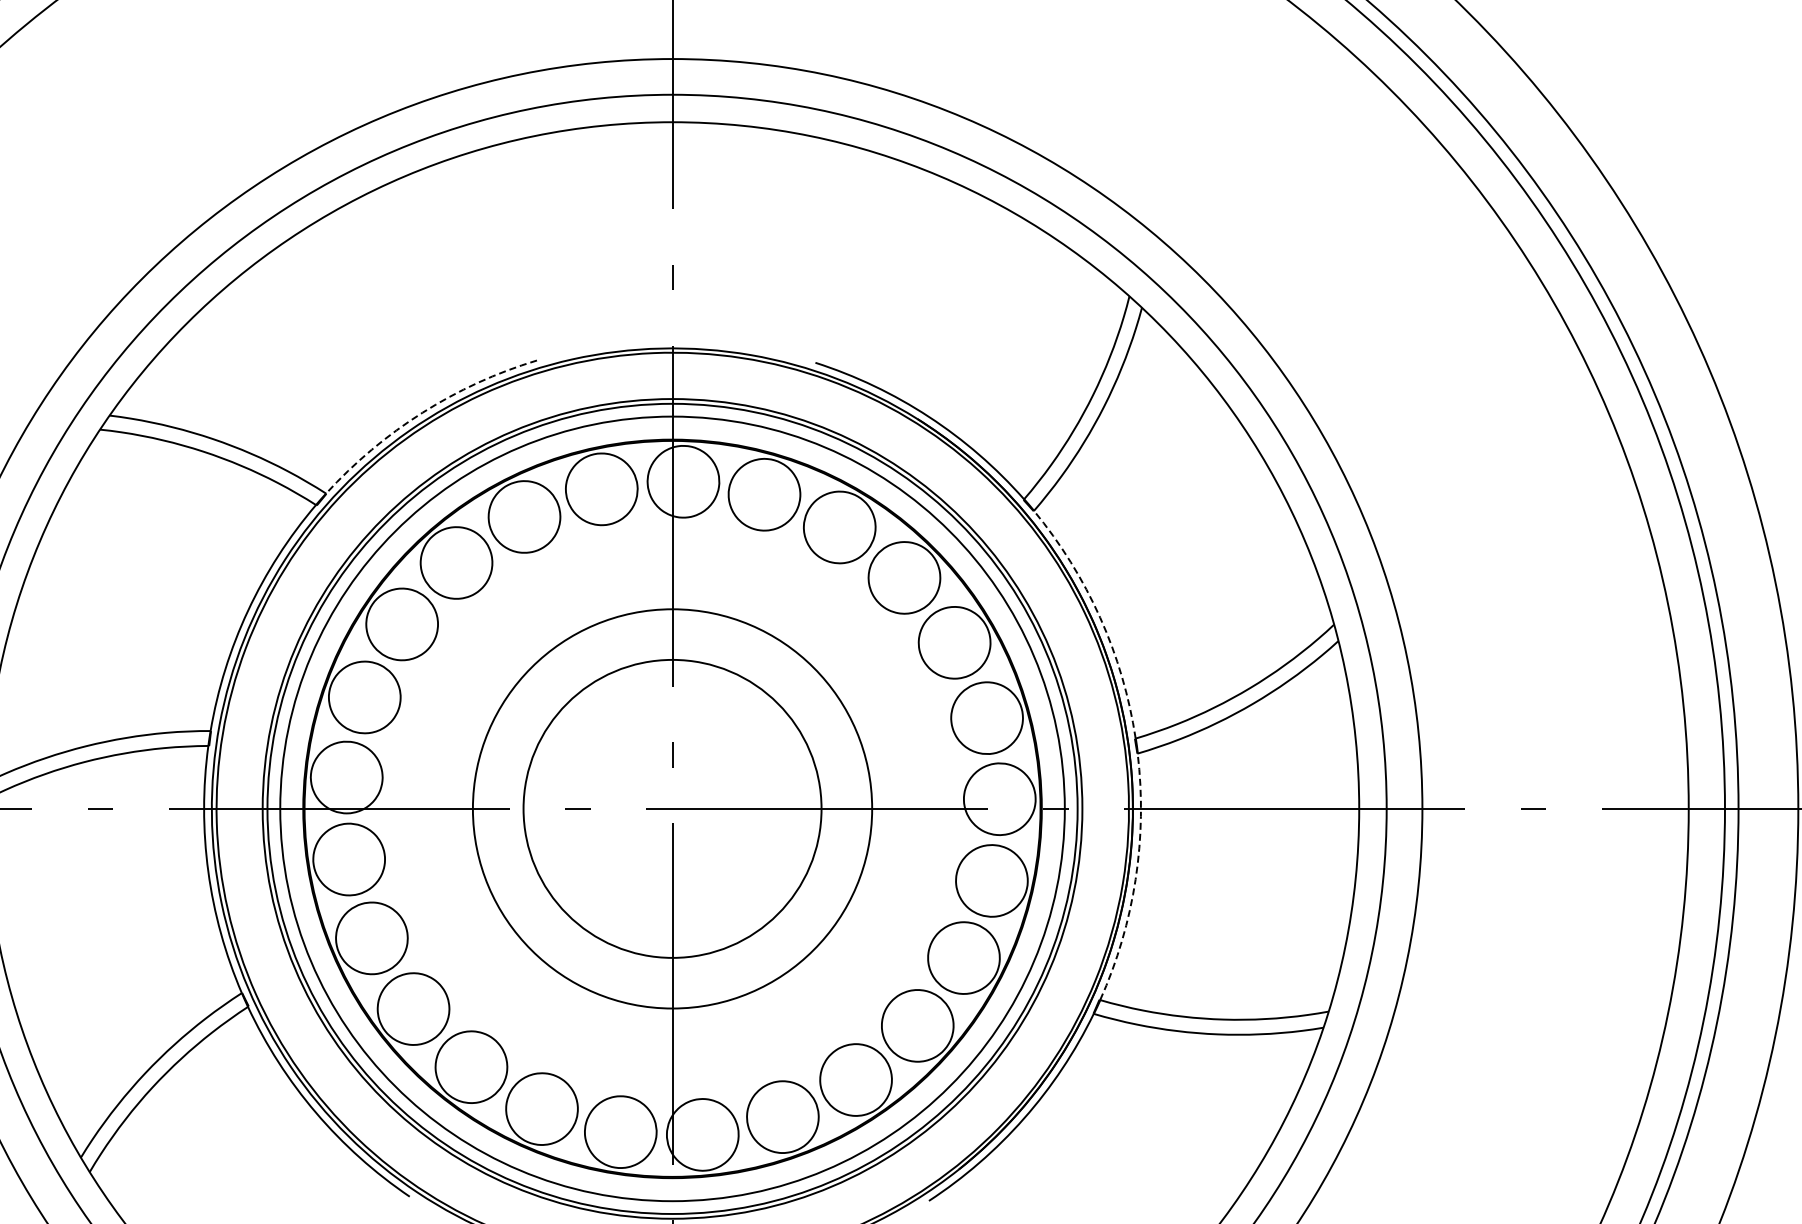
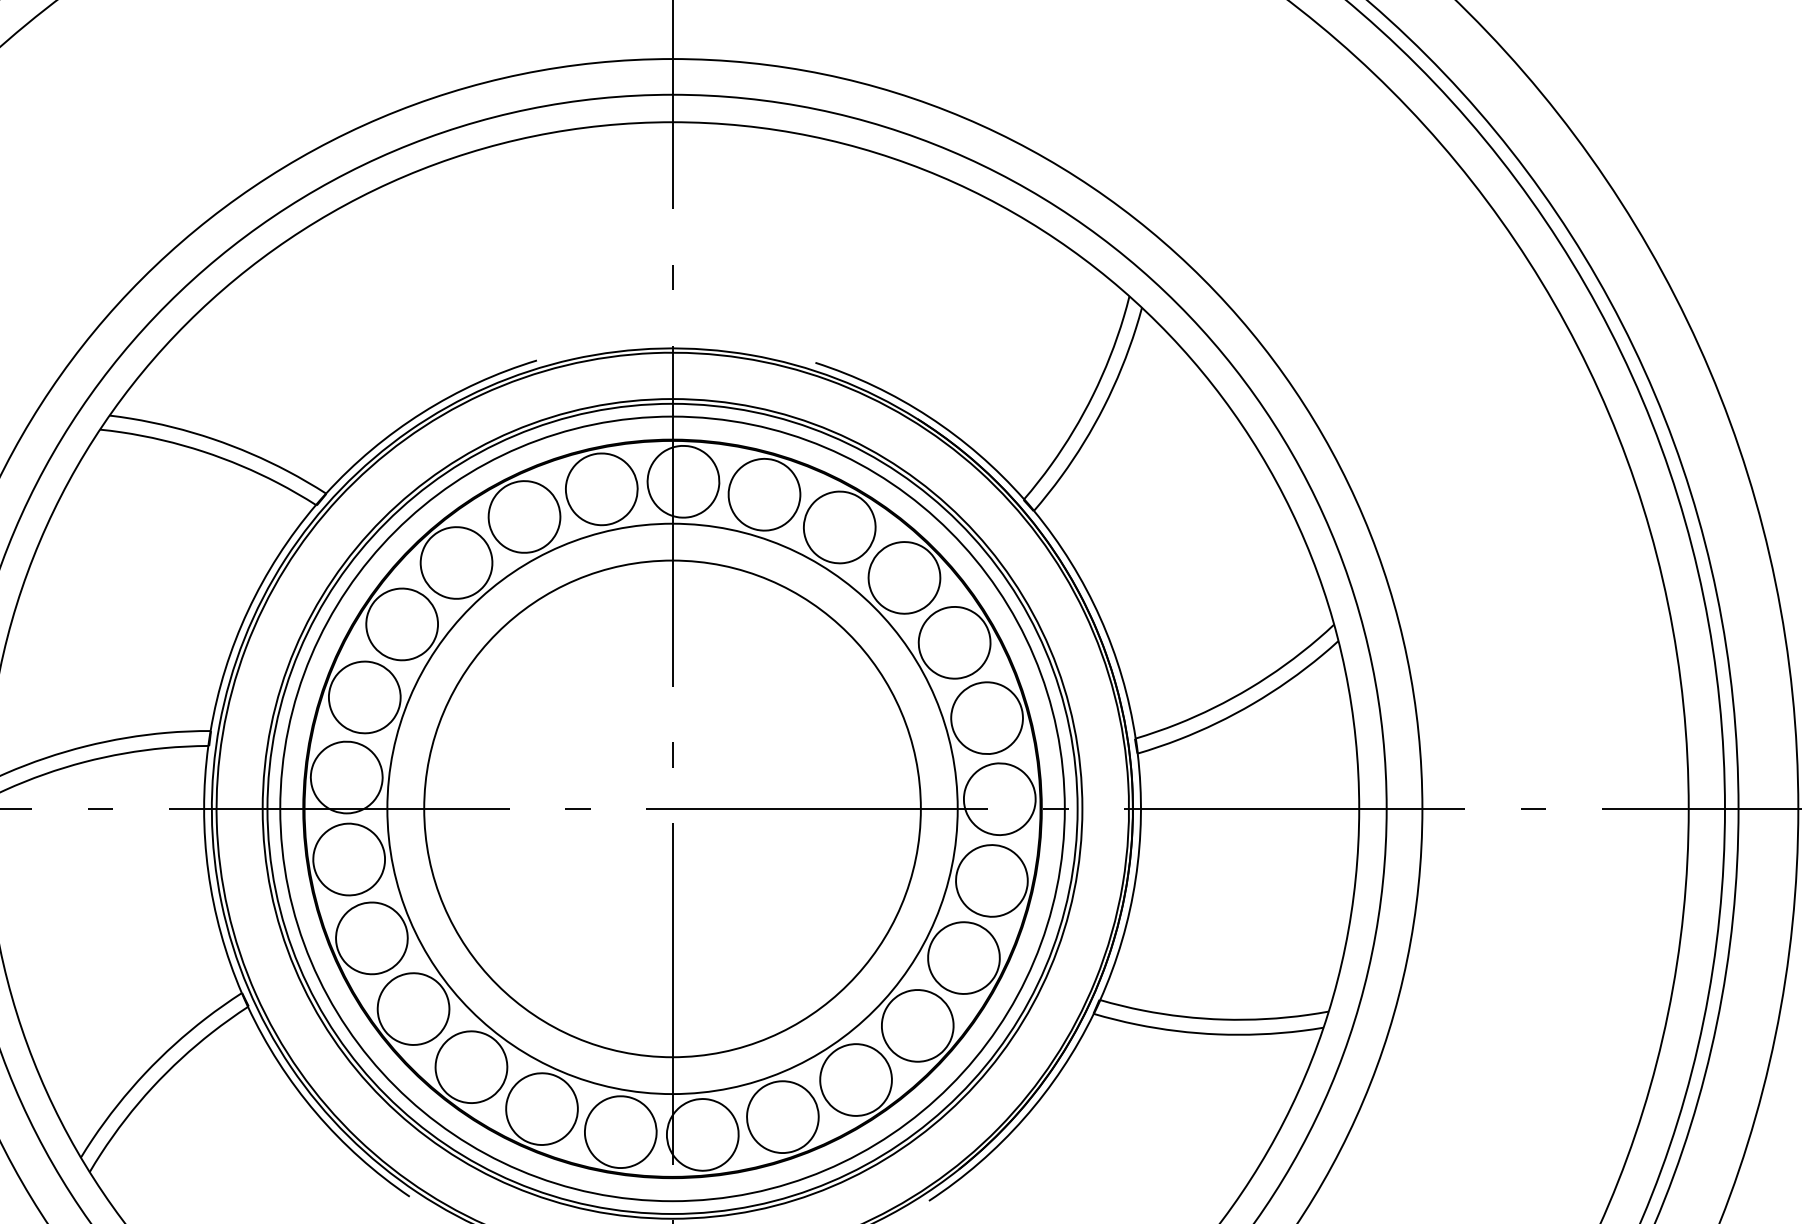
arc at (422, 412): dashed -> solid
arc at (1100, 617): dashed -> solid
circle at (672, 808) diameter: 298 px -> 497 px
circle at (672, 808) diameter: 399 px -> 570 px
arc at (1135, 879): dashed -> solid
